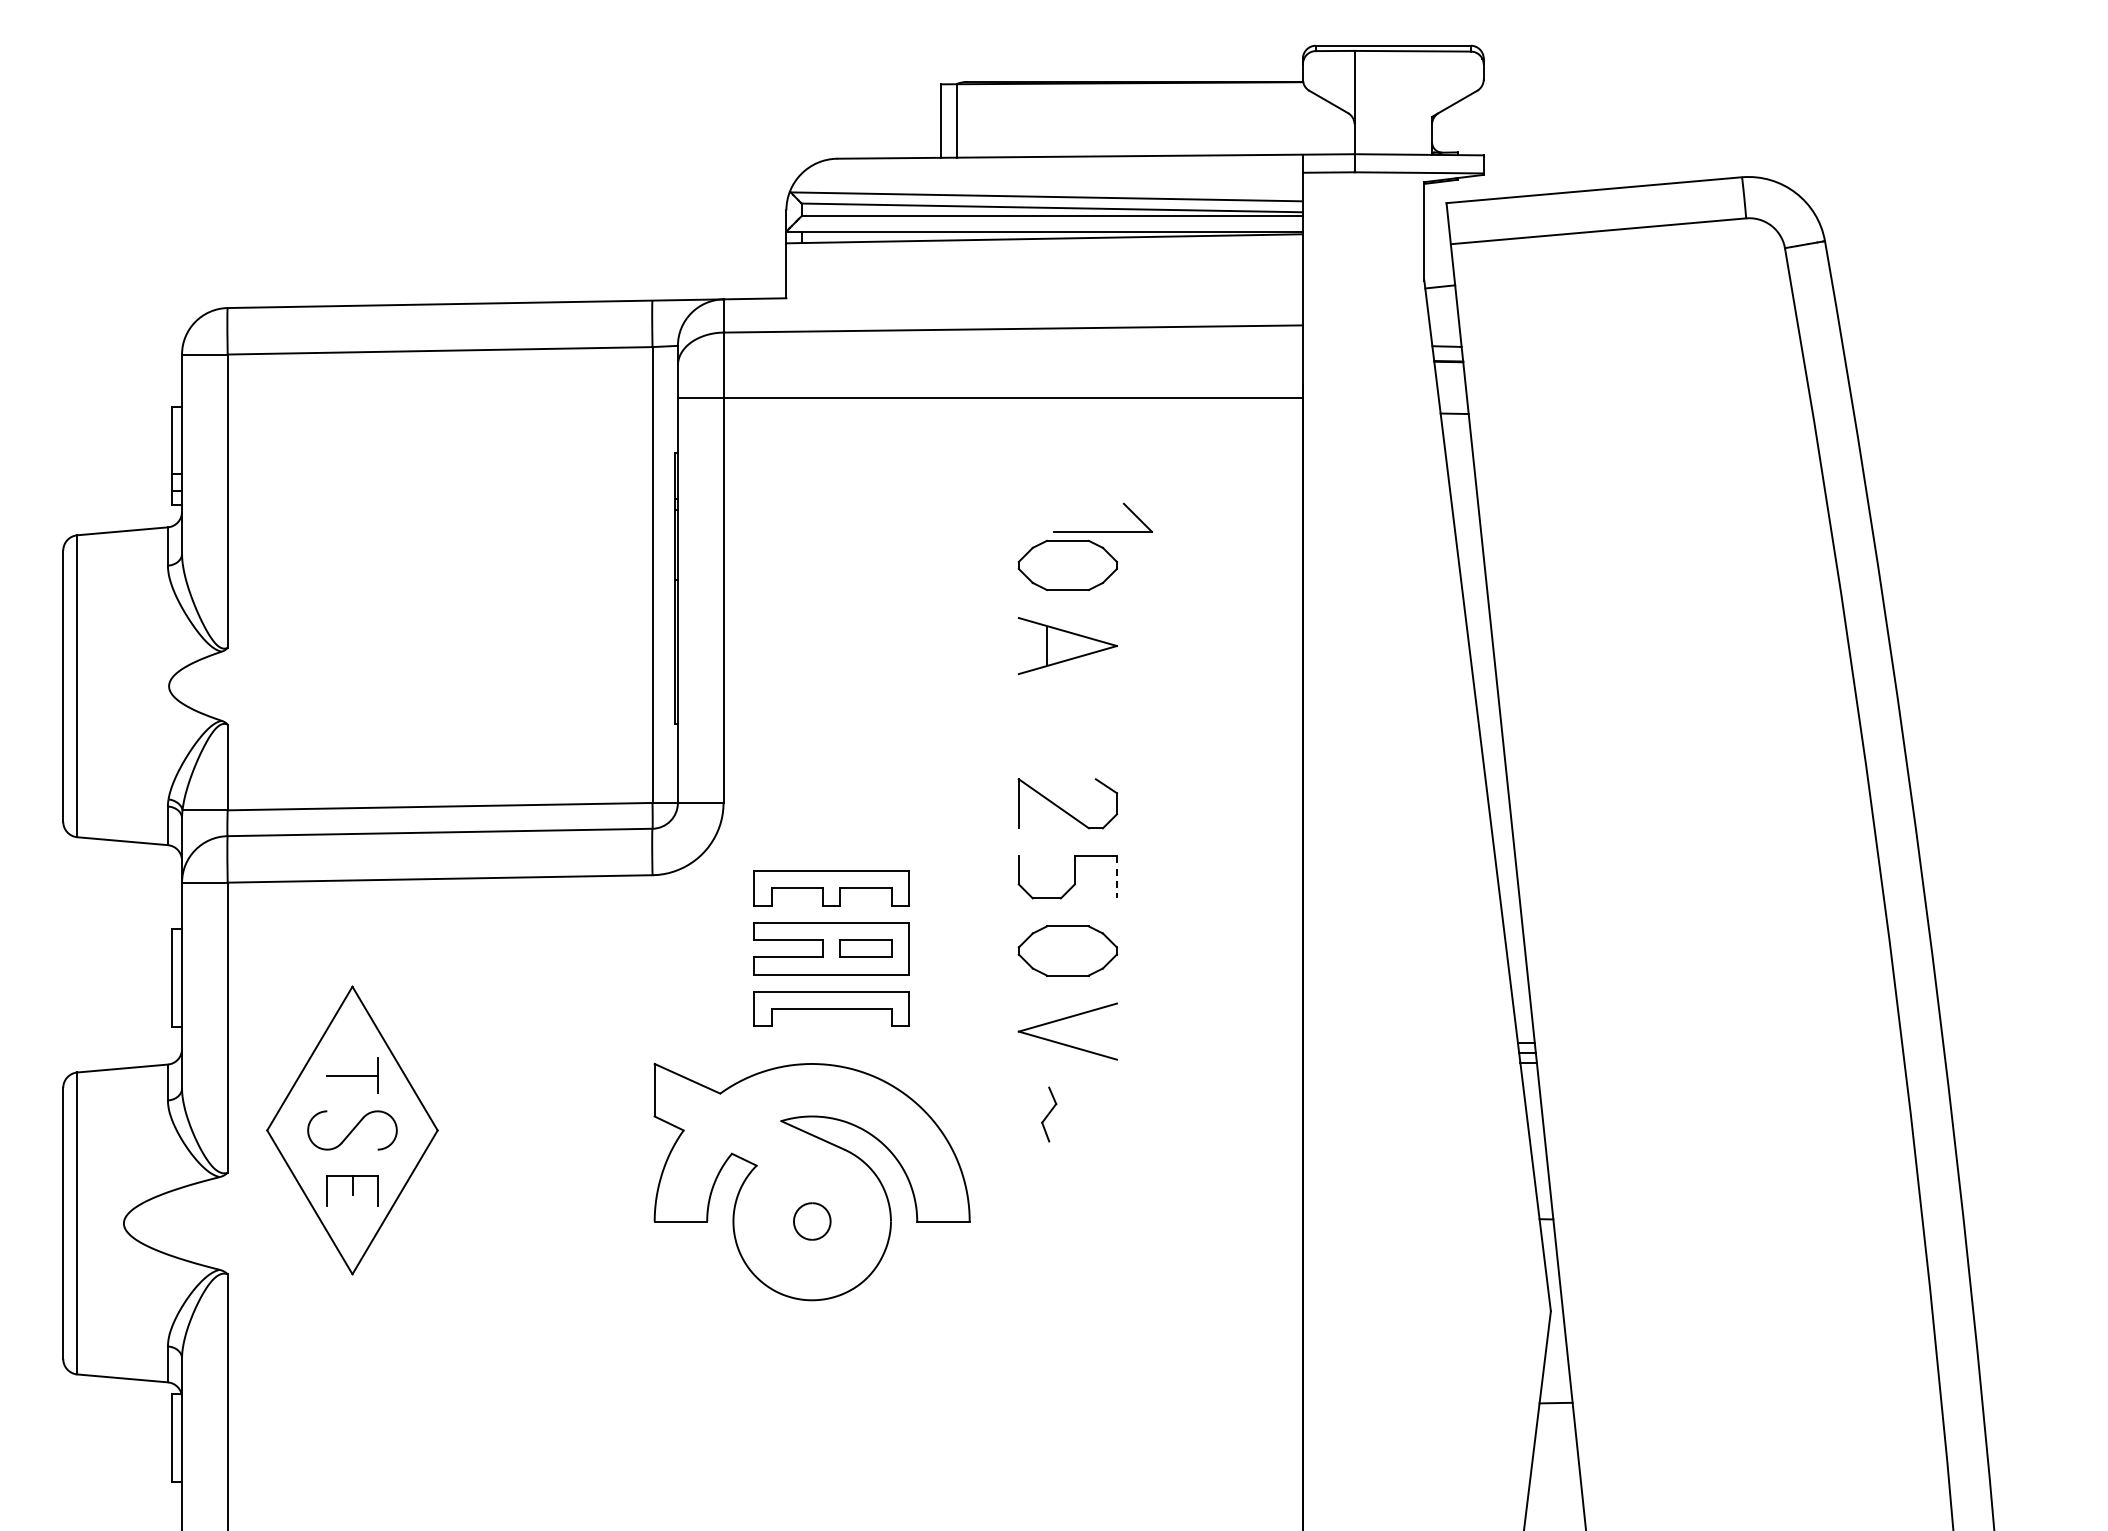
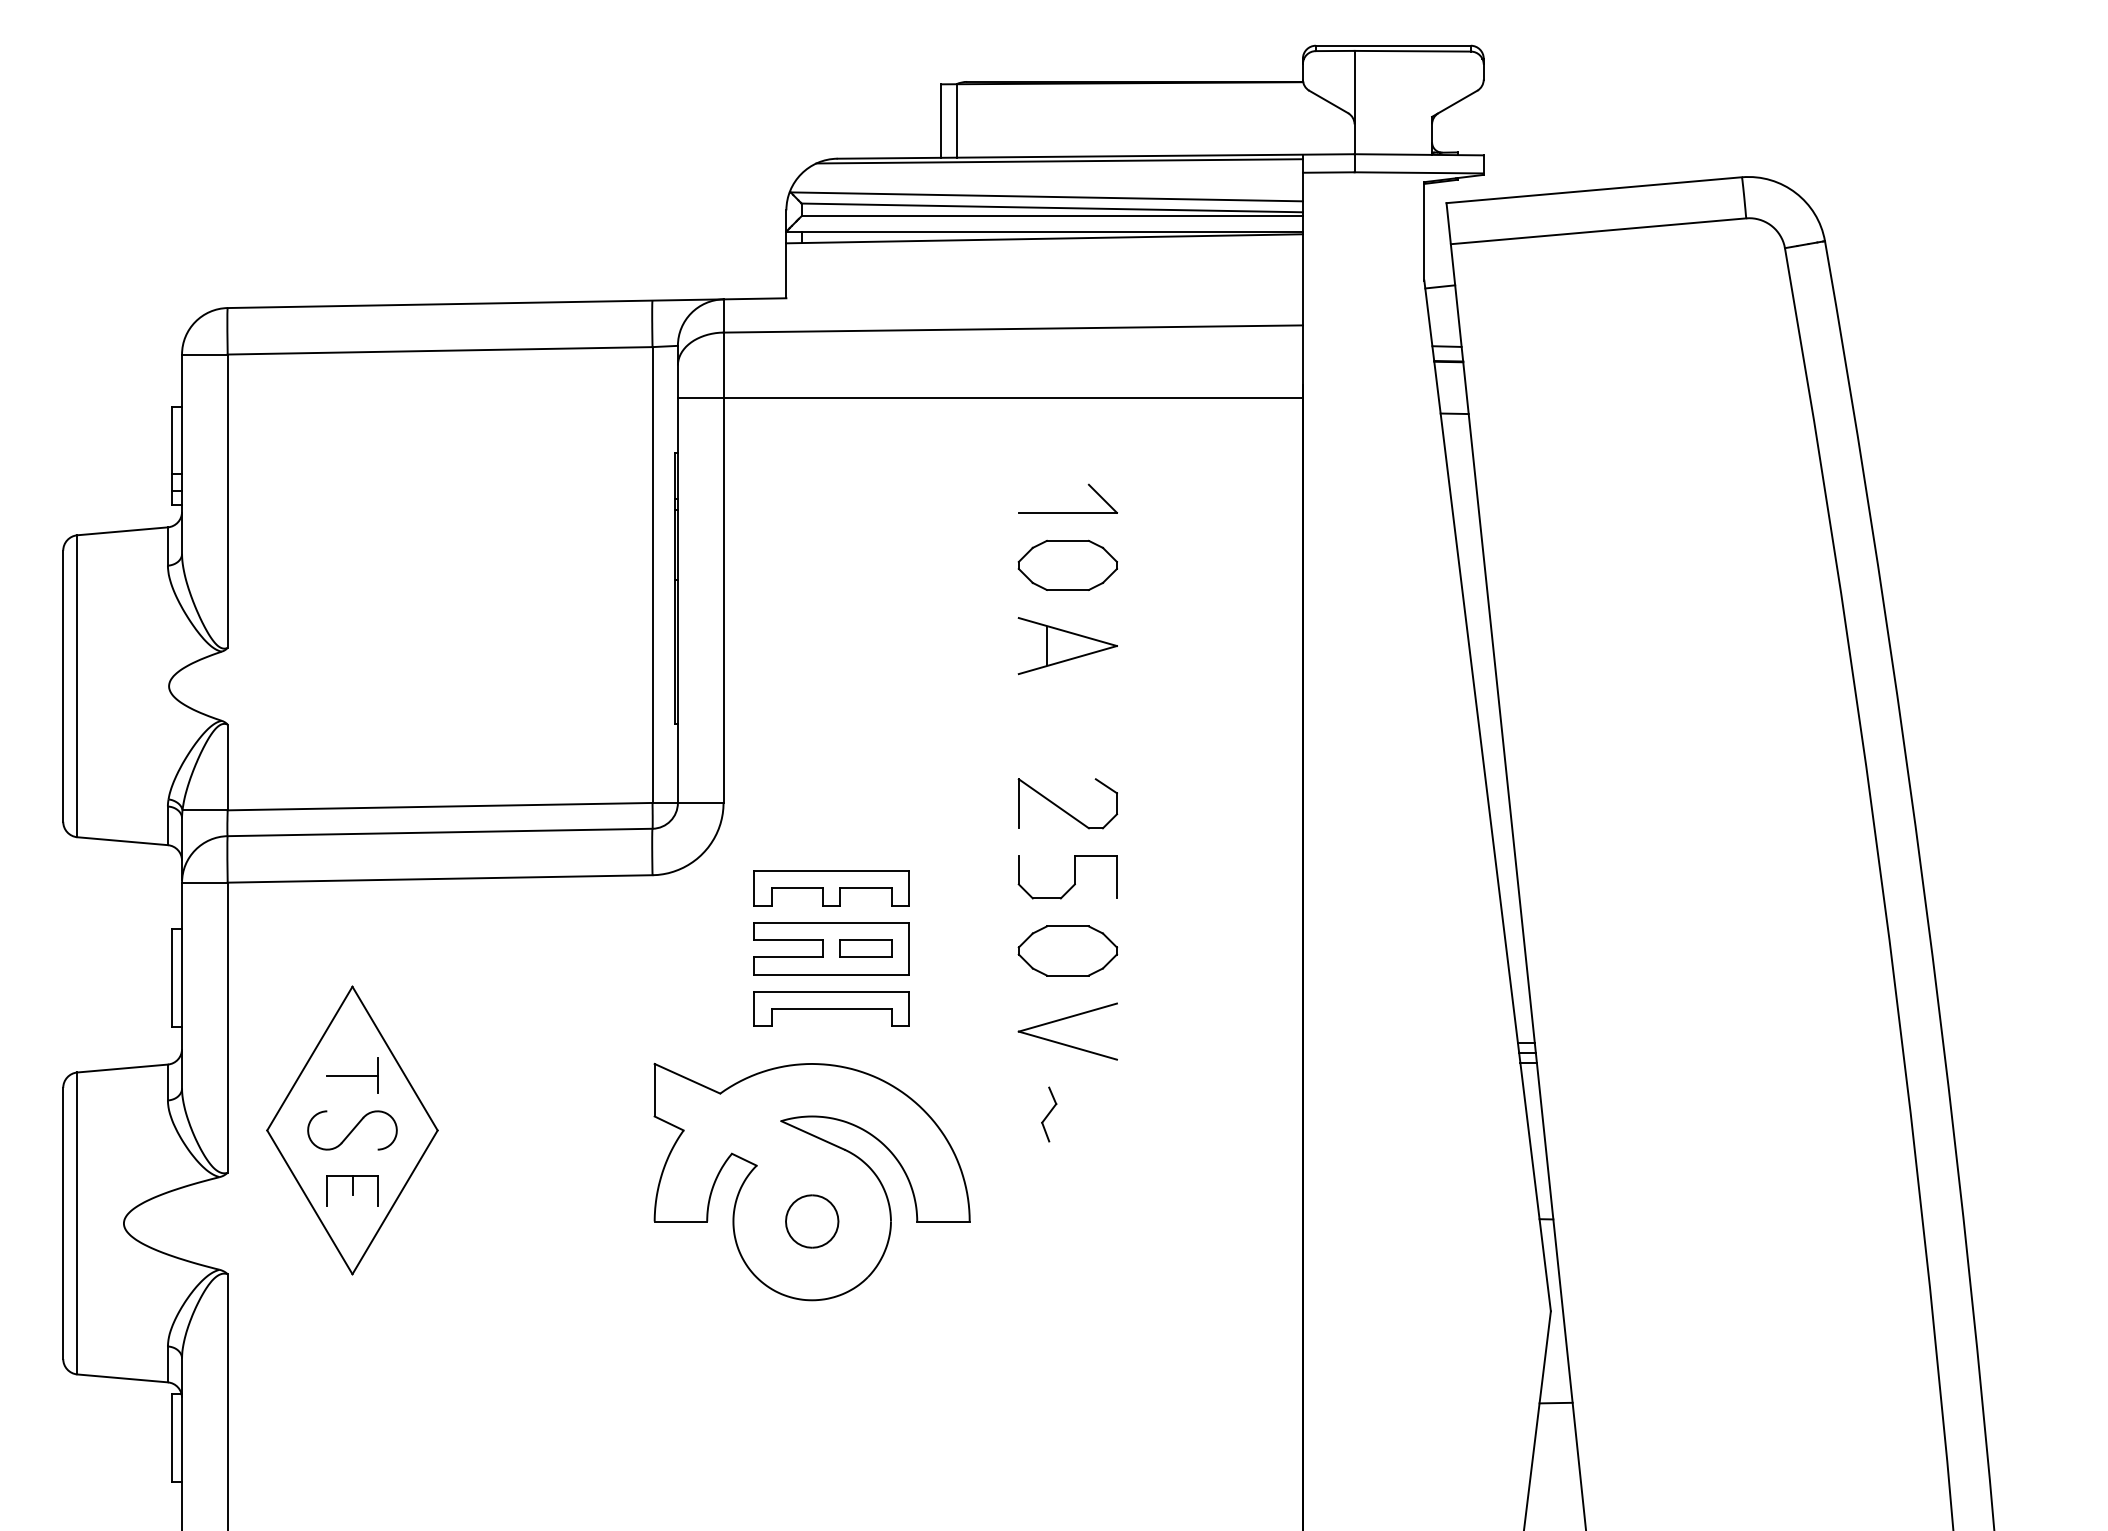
line at (1059, 161): none -> present
part at (1102, 531) position: (1102, 531) -> (1067, 512)
line at (1116, 877): dashed -> solid
part at (812, 1221) size: 39x39 px -> 55x55 px
